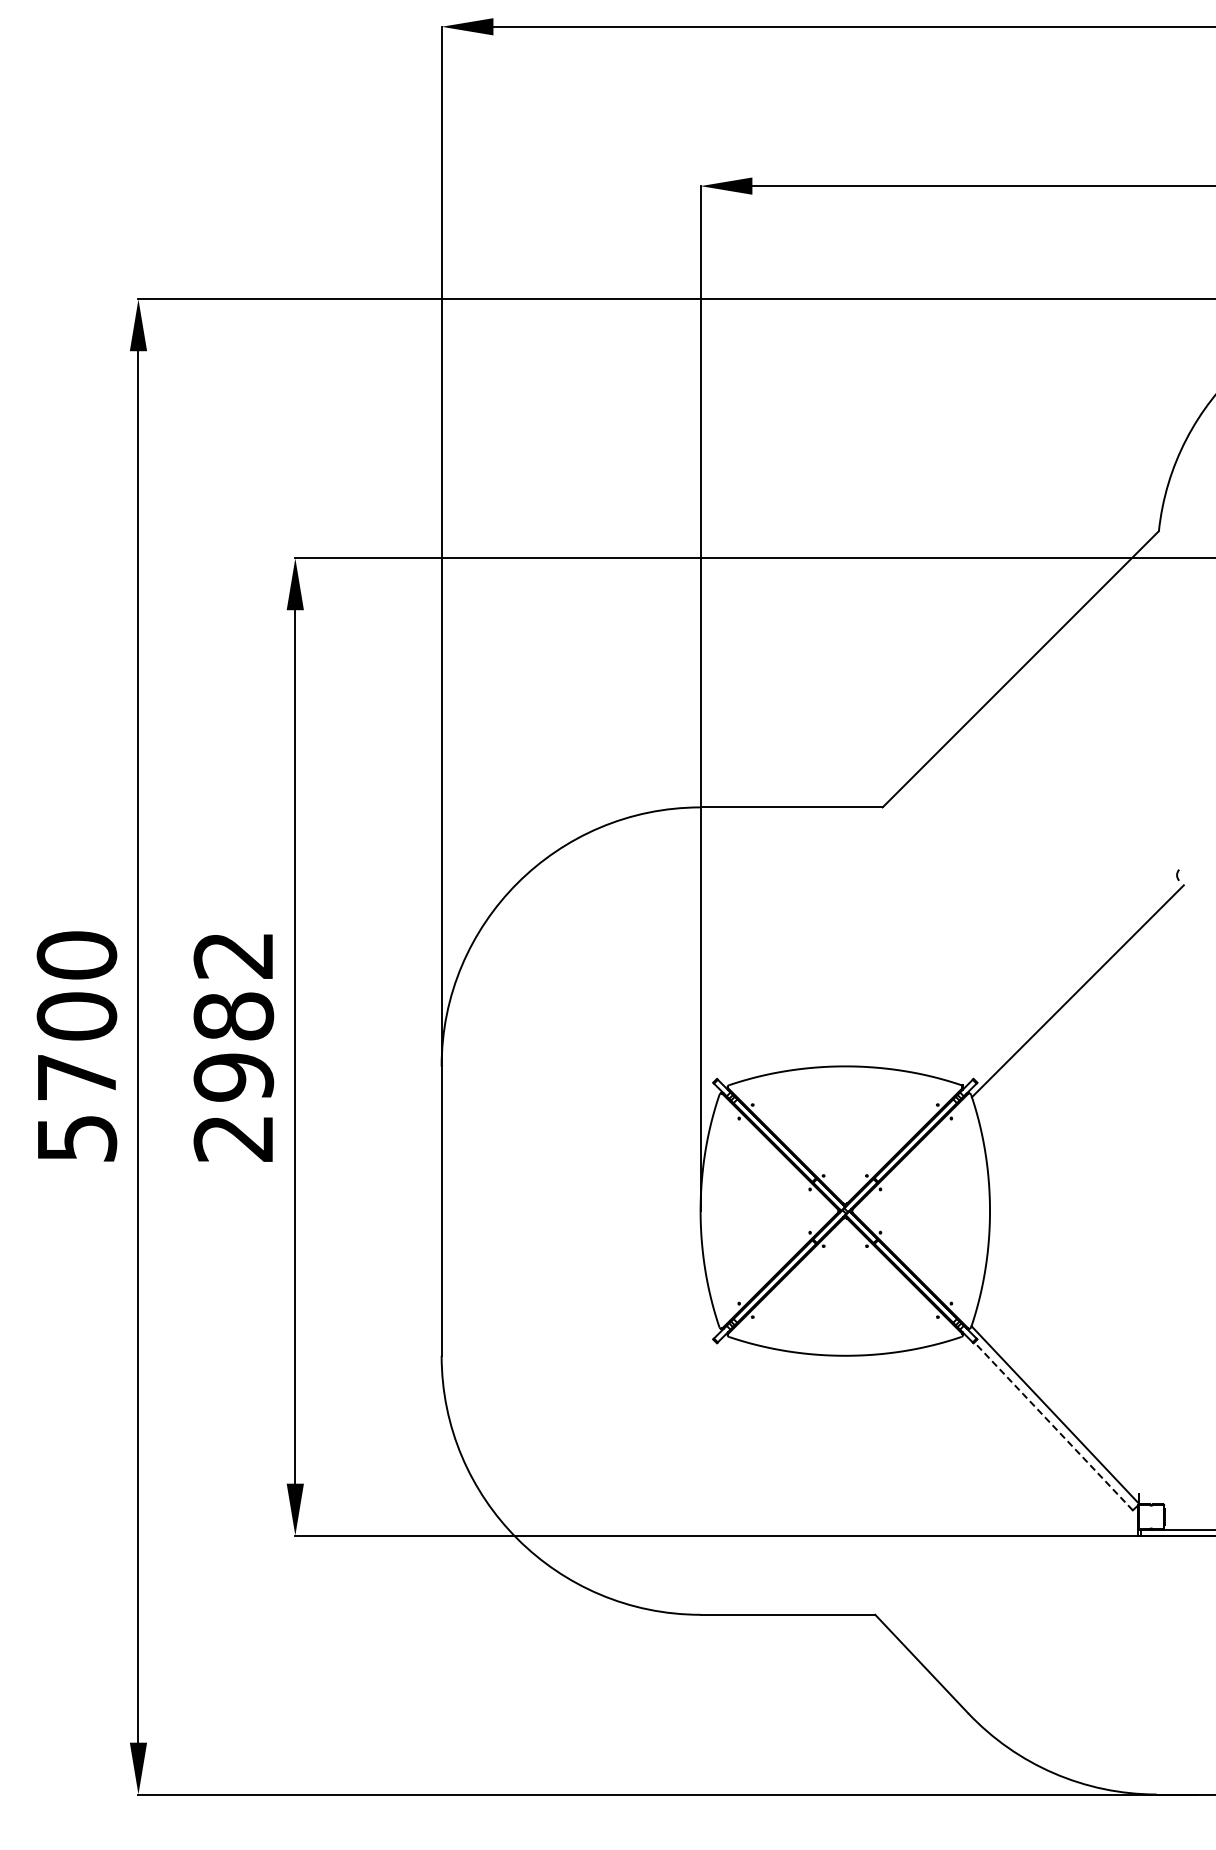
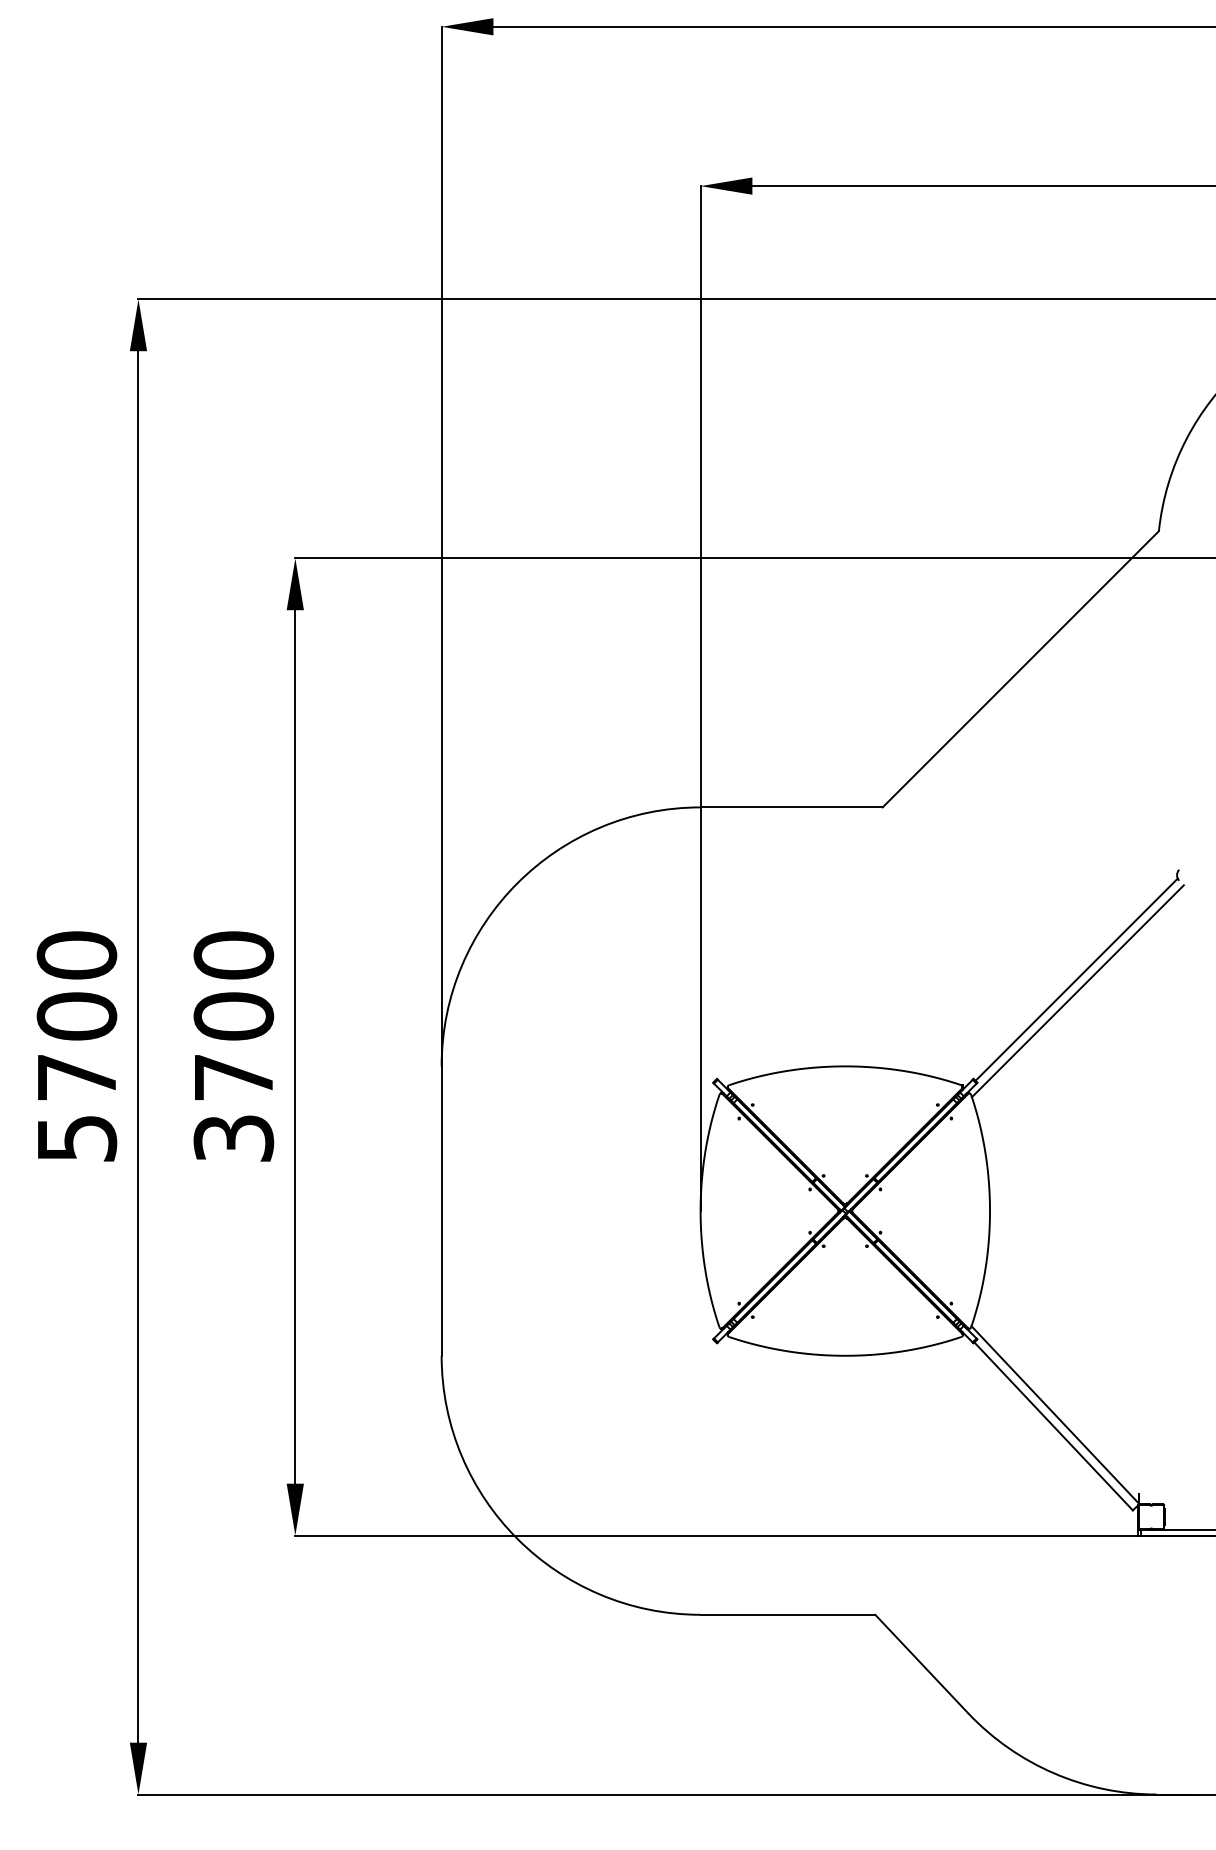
line at (1076, 979): none -> present
text at (233, 1046): 2982 -> 3700
line at (1053, 1426): dashed -> solid
